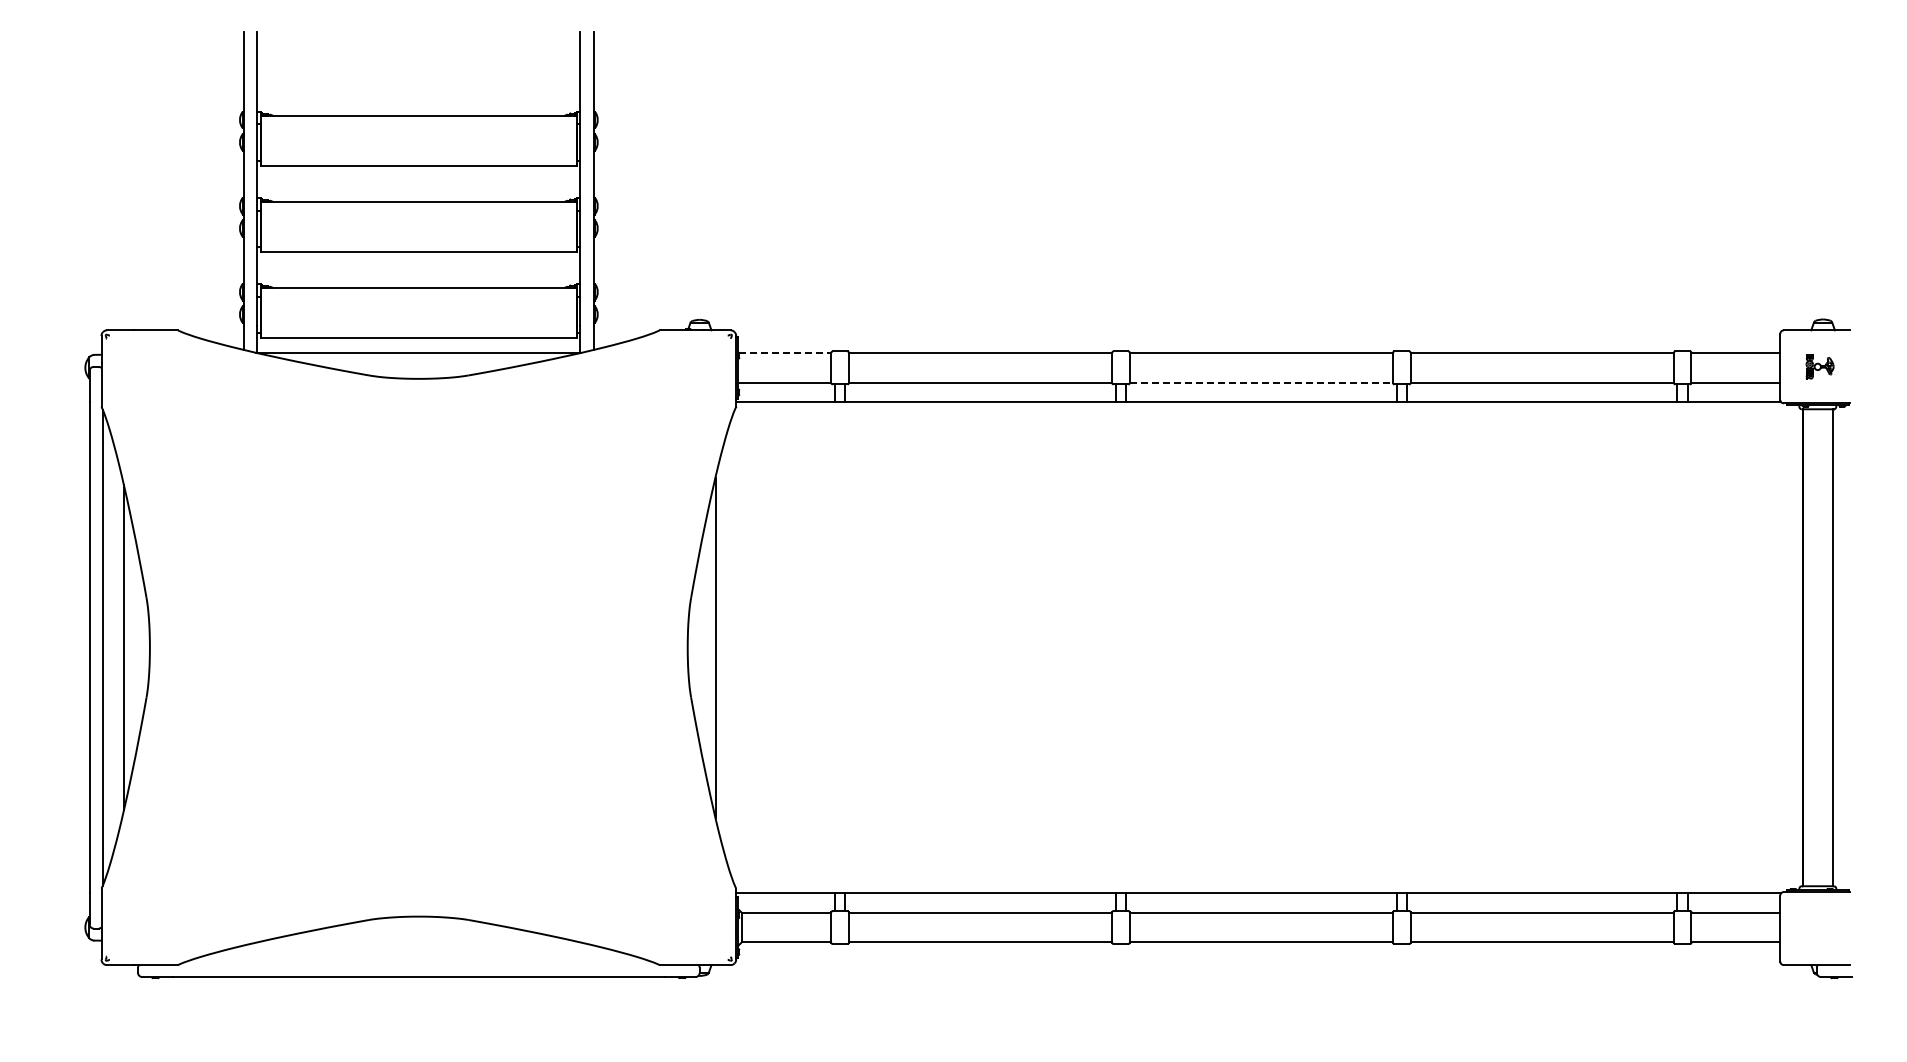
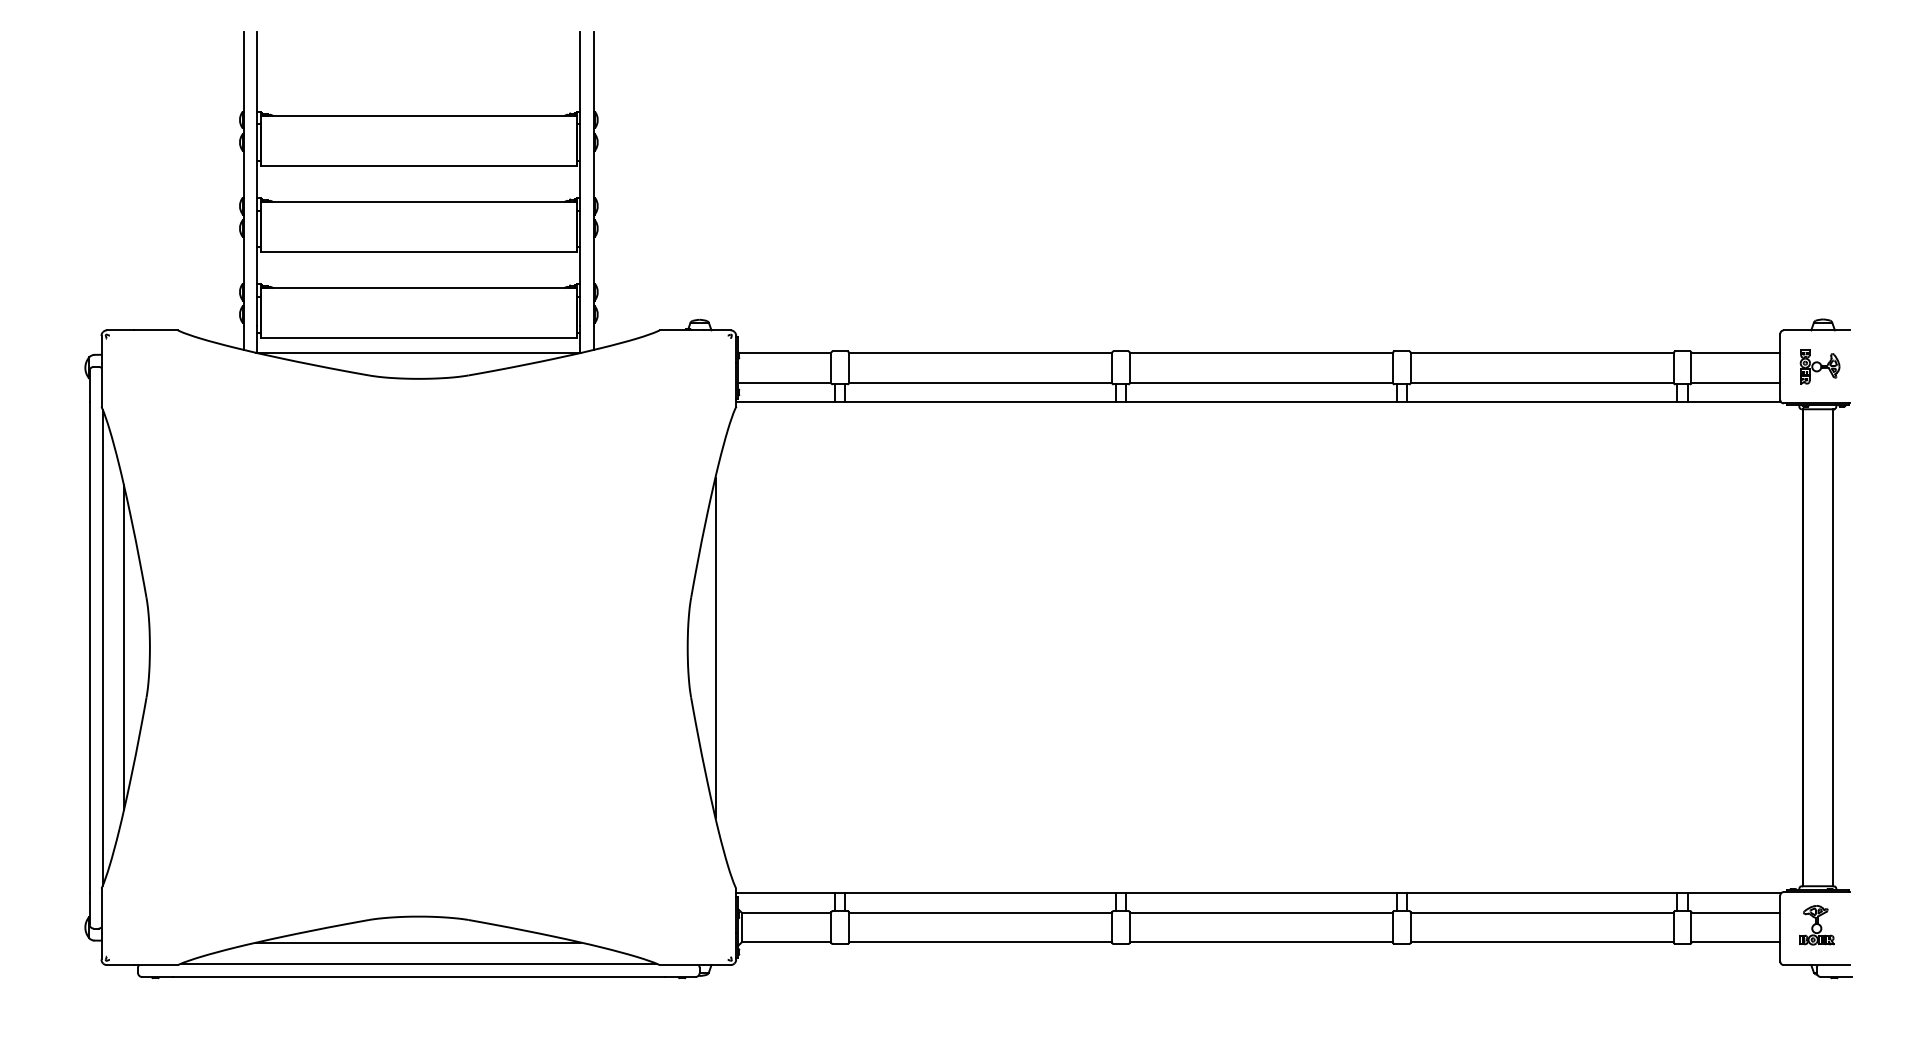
line at (785, 353): dashed -> solid
part at (1819, 366) size: 30x26 px -> 42x36 px
line at (1261, 382): dashed -> solid
part at (1816, 925): none -> present
line at (418, 942): none -> present
line at (418, 963): none -> present
